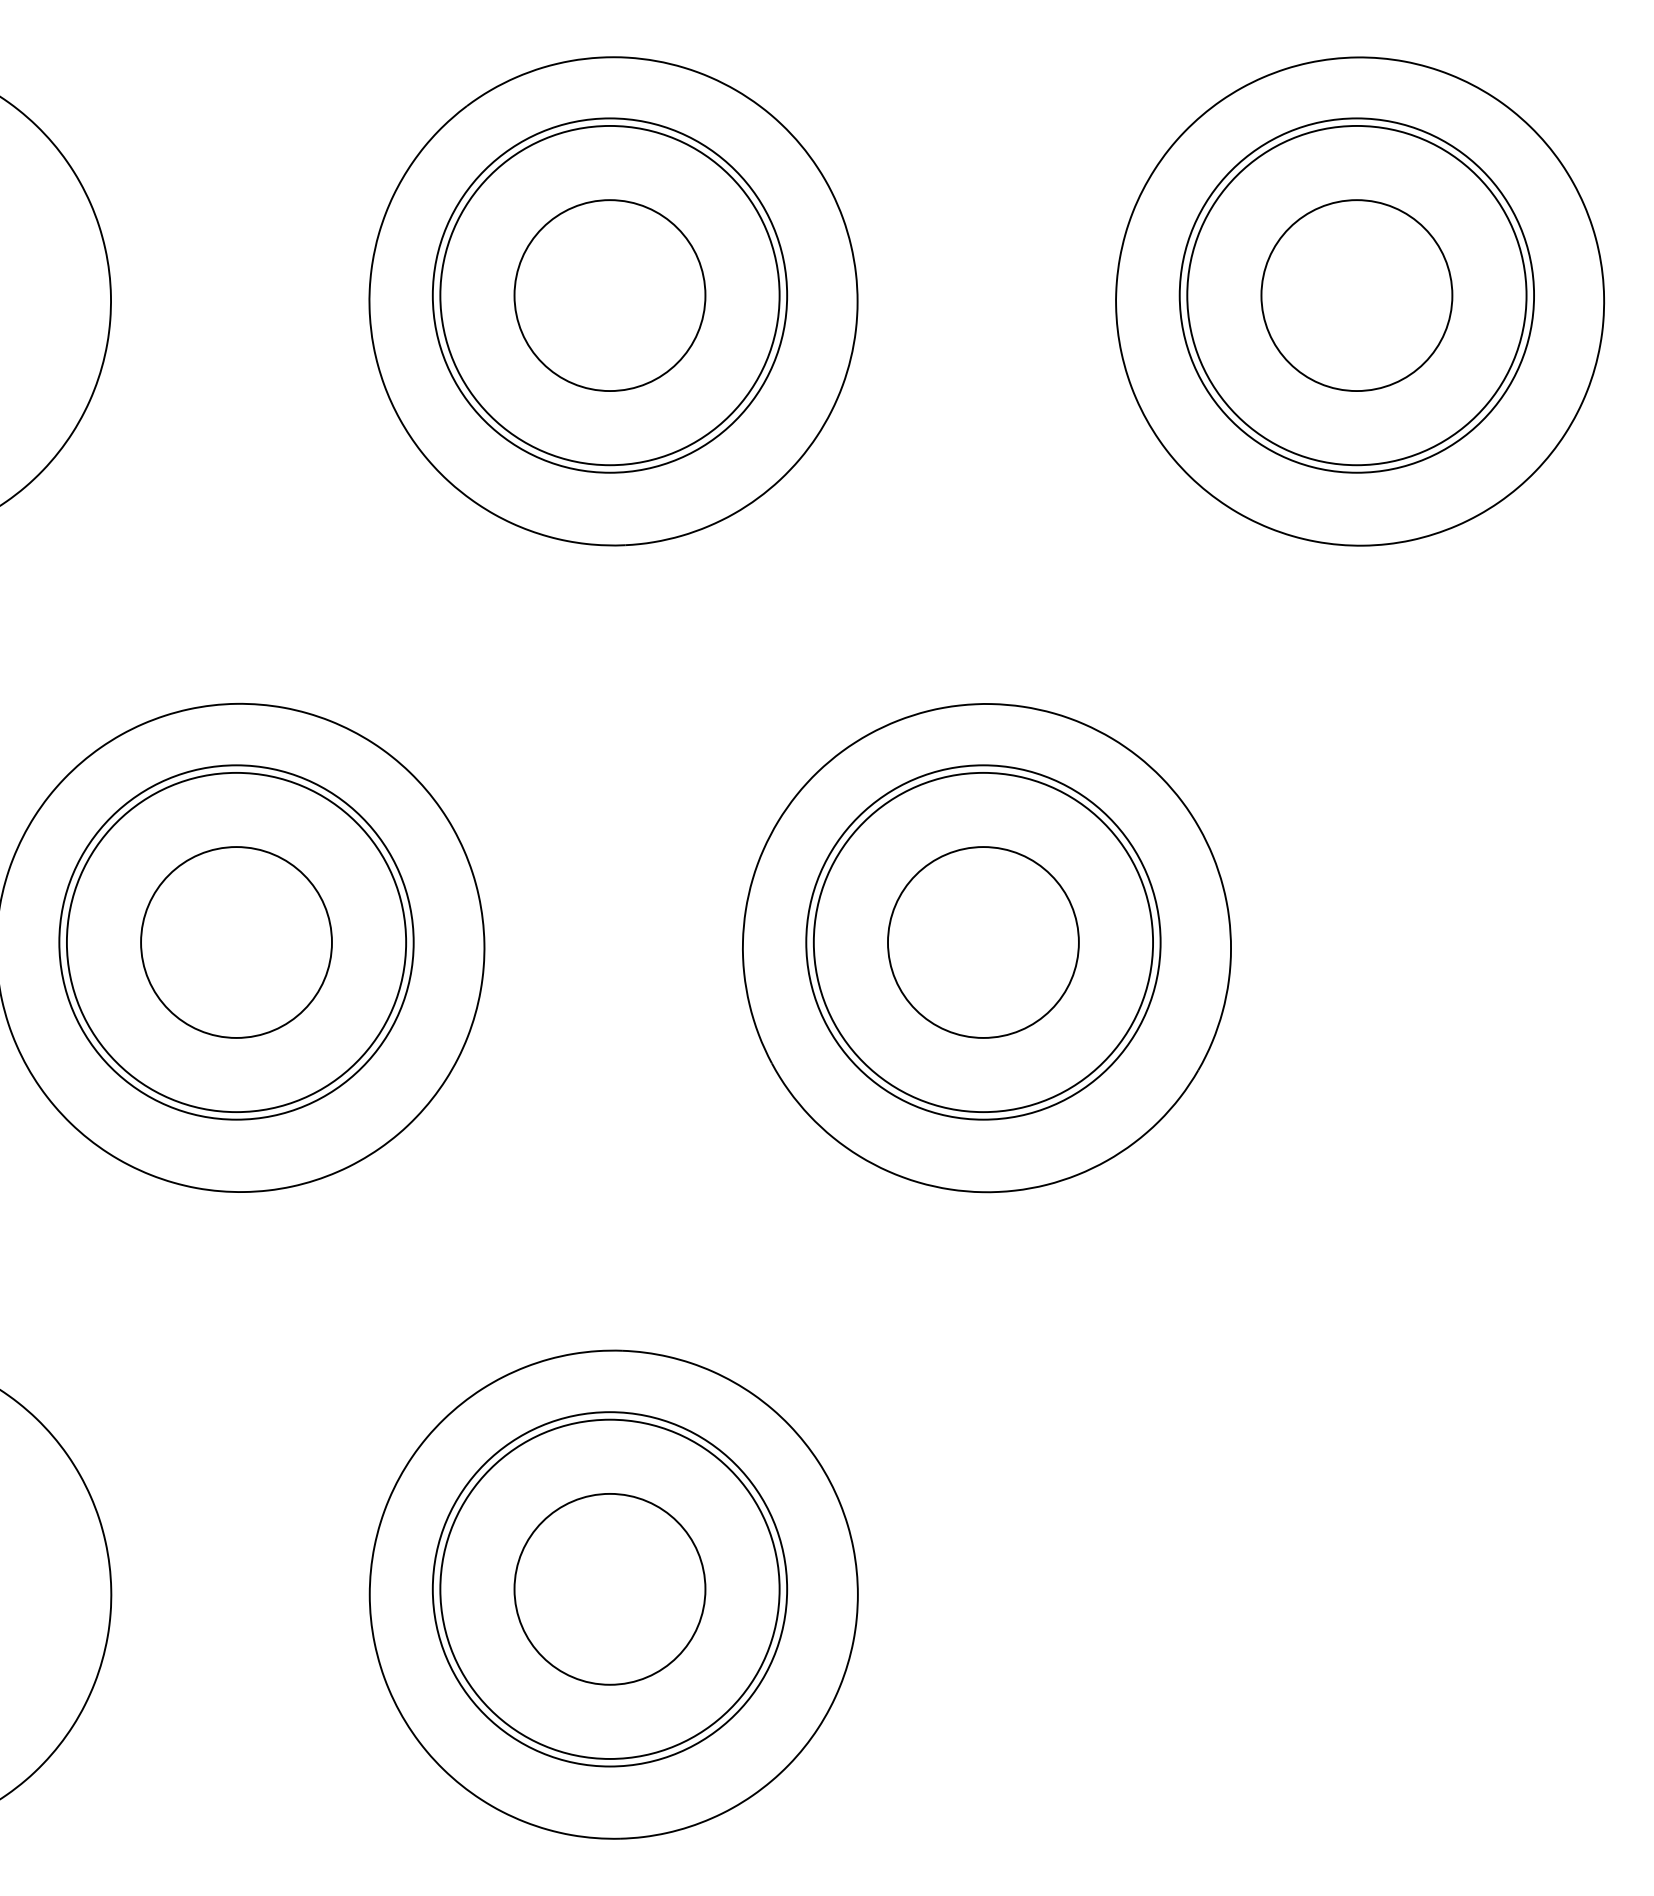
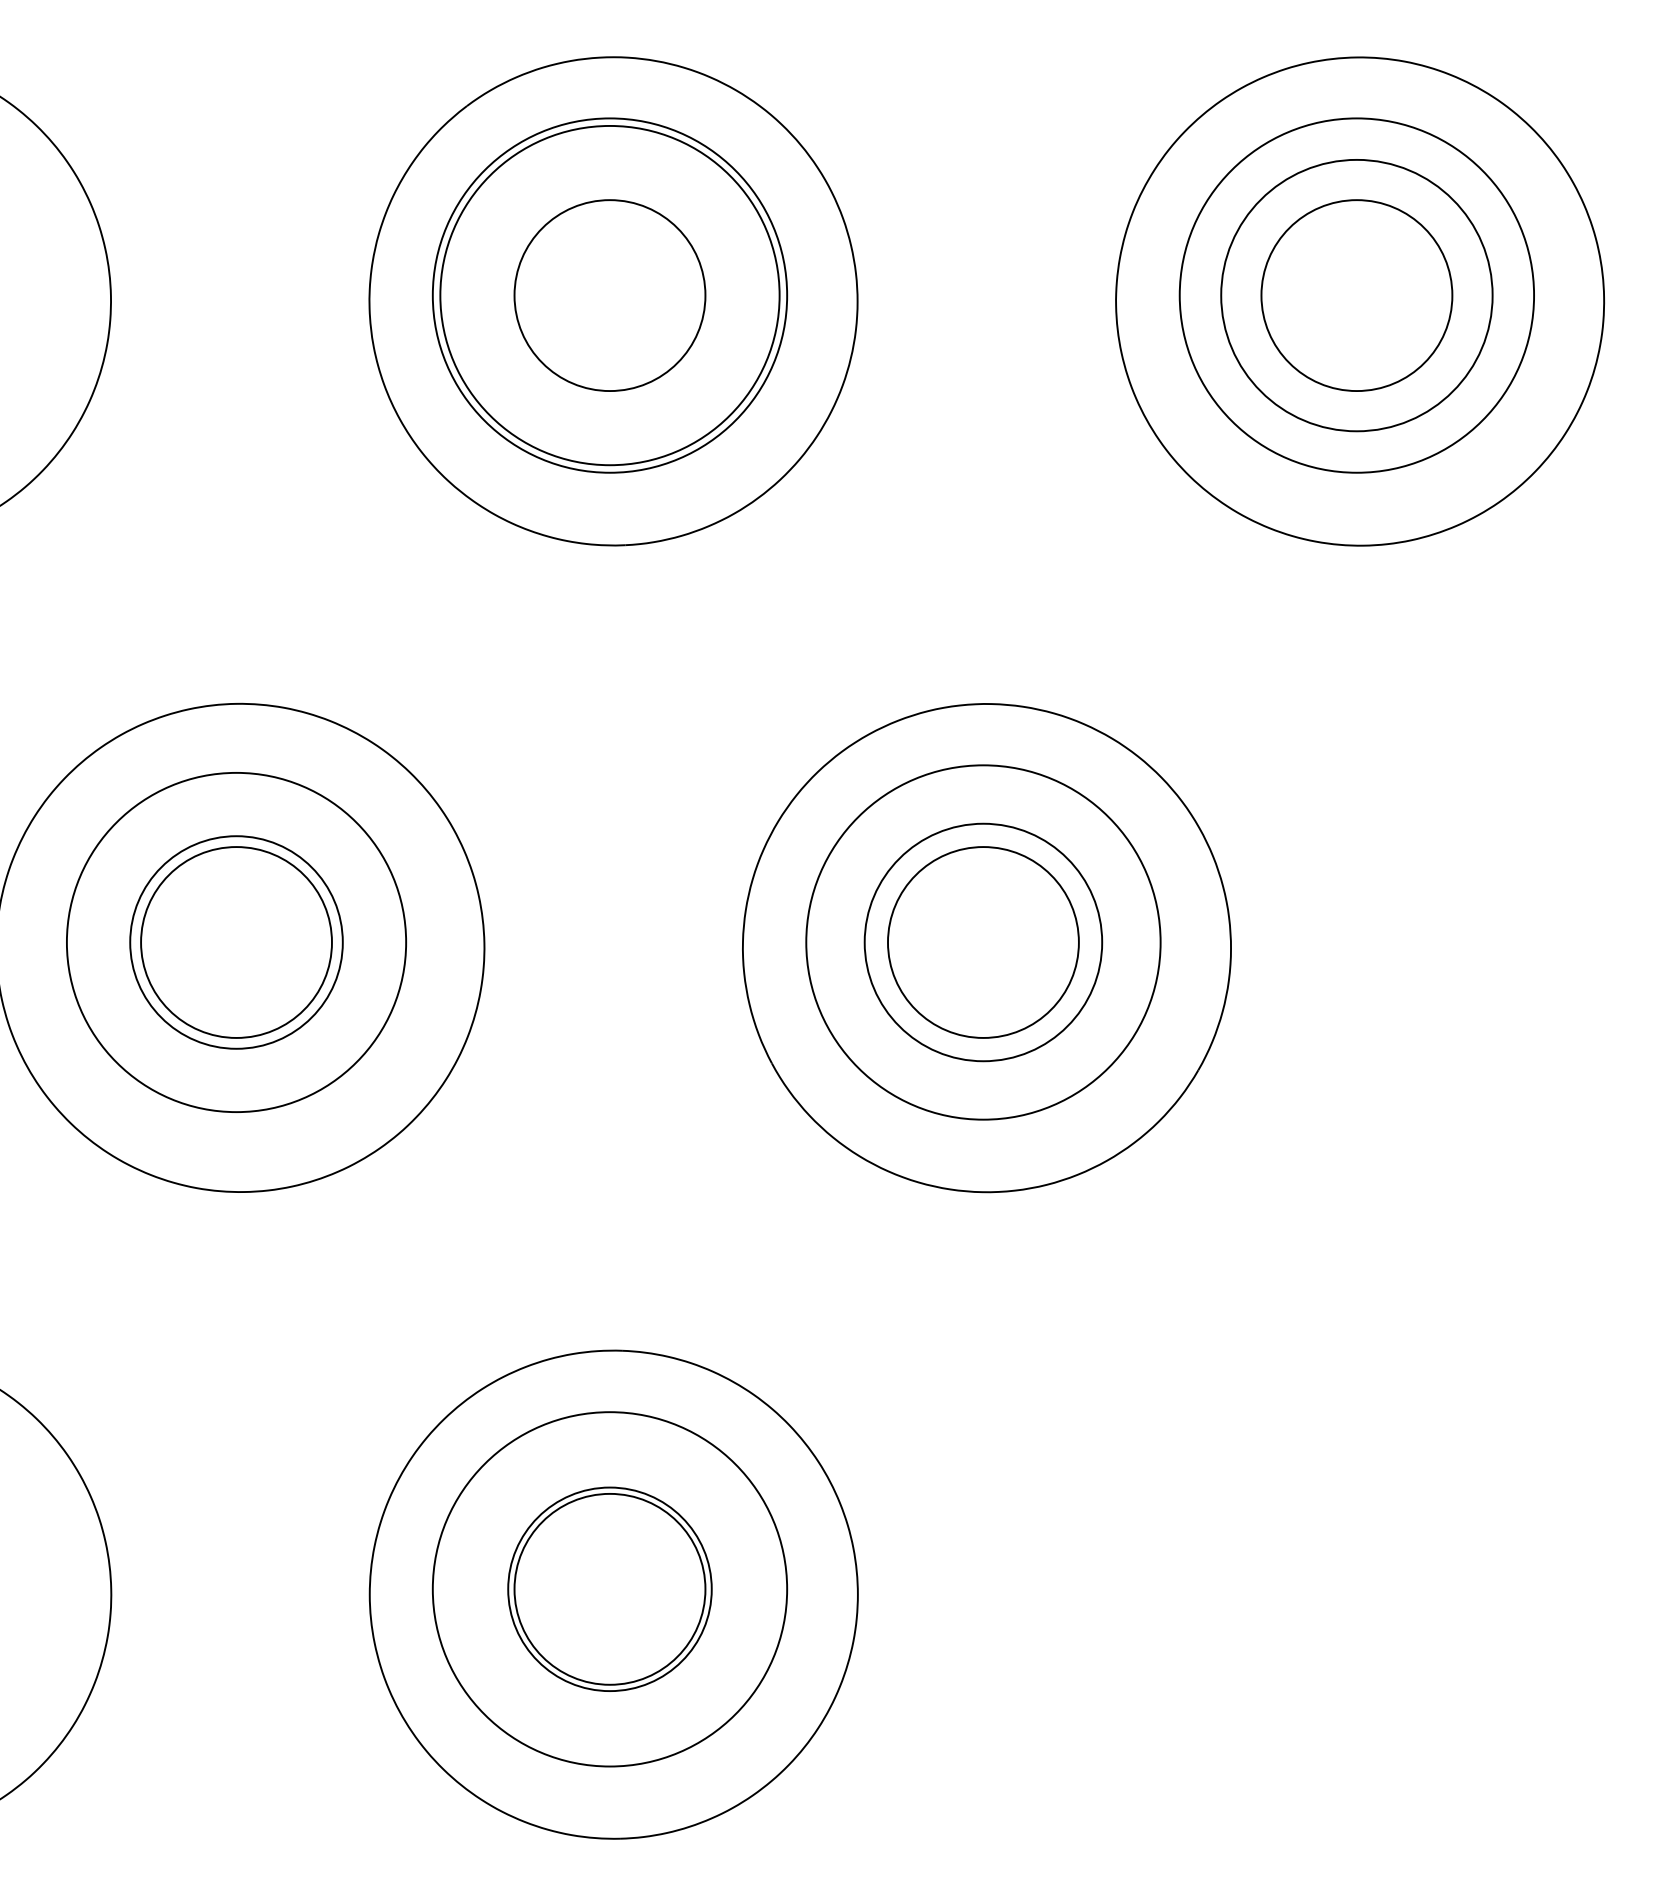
circle at (1356, 295) diameter: 339 px -> 271 px
circle at (236, 942) diameter: 354 px -> 213 px
circle at (983, 942) diameter: 339 px -> 237 px
circle at (609, 1588) diameter: 339 px -> 204 px
